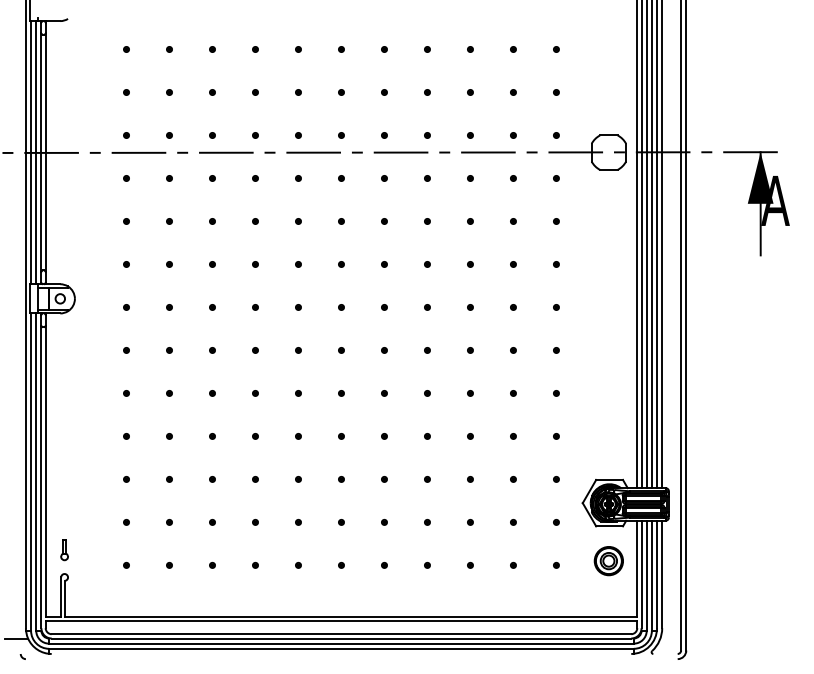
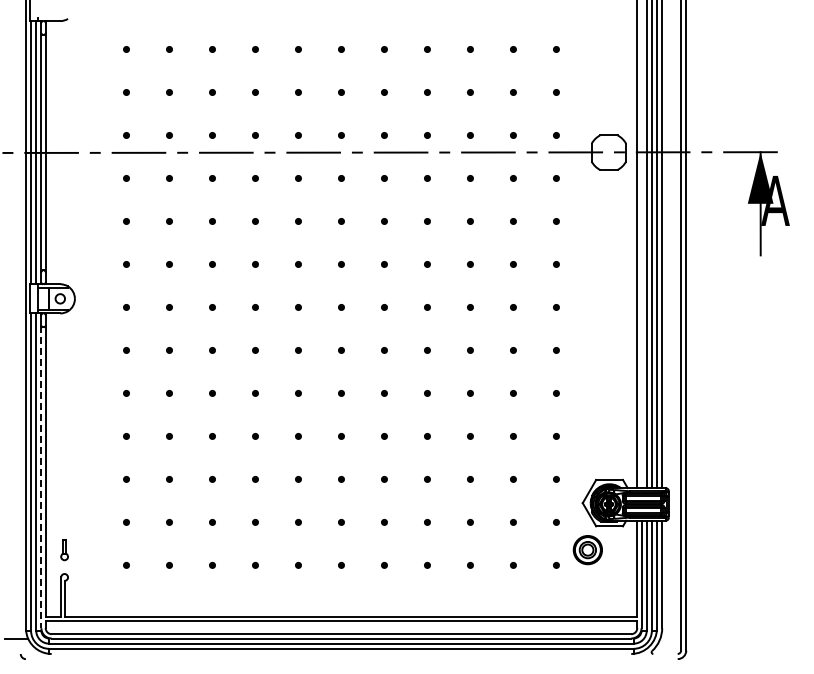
line at (641, 245): present -> none
line at (41, 477): solid -> dashed
part at (608, 561) position: (608, 561) -> (587, 550)
